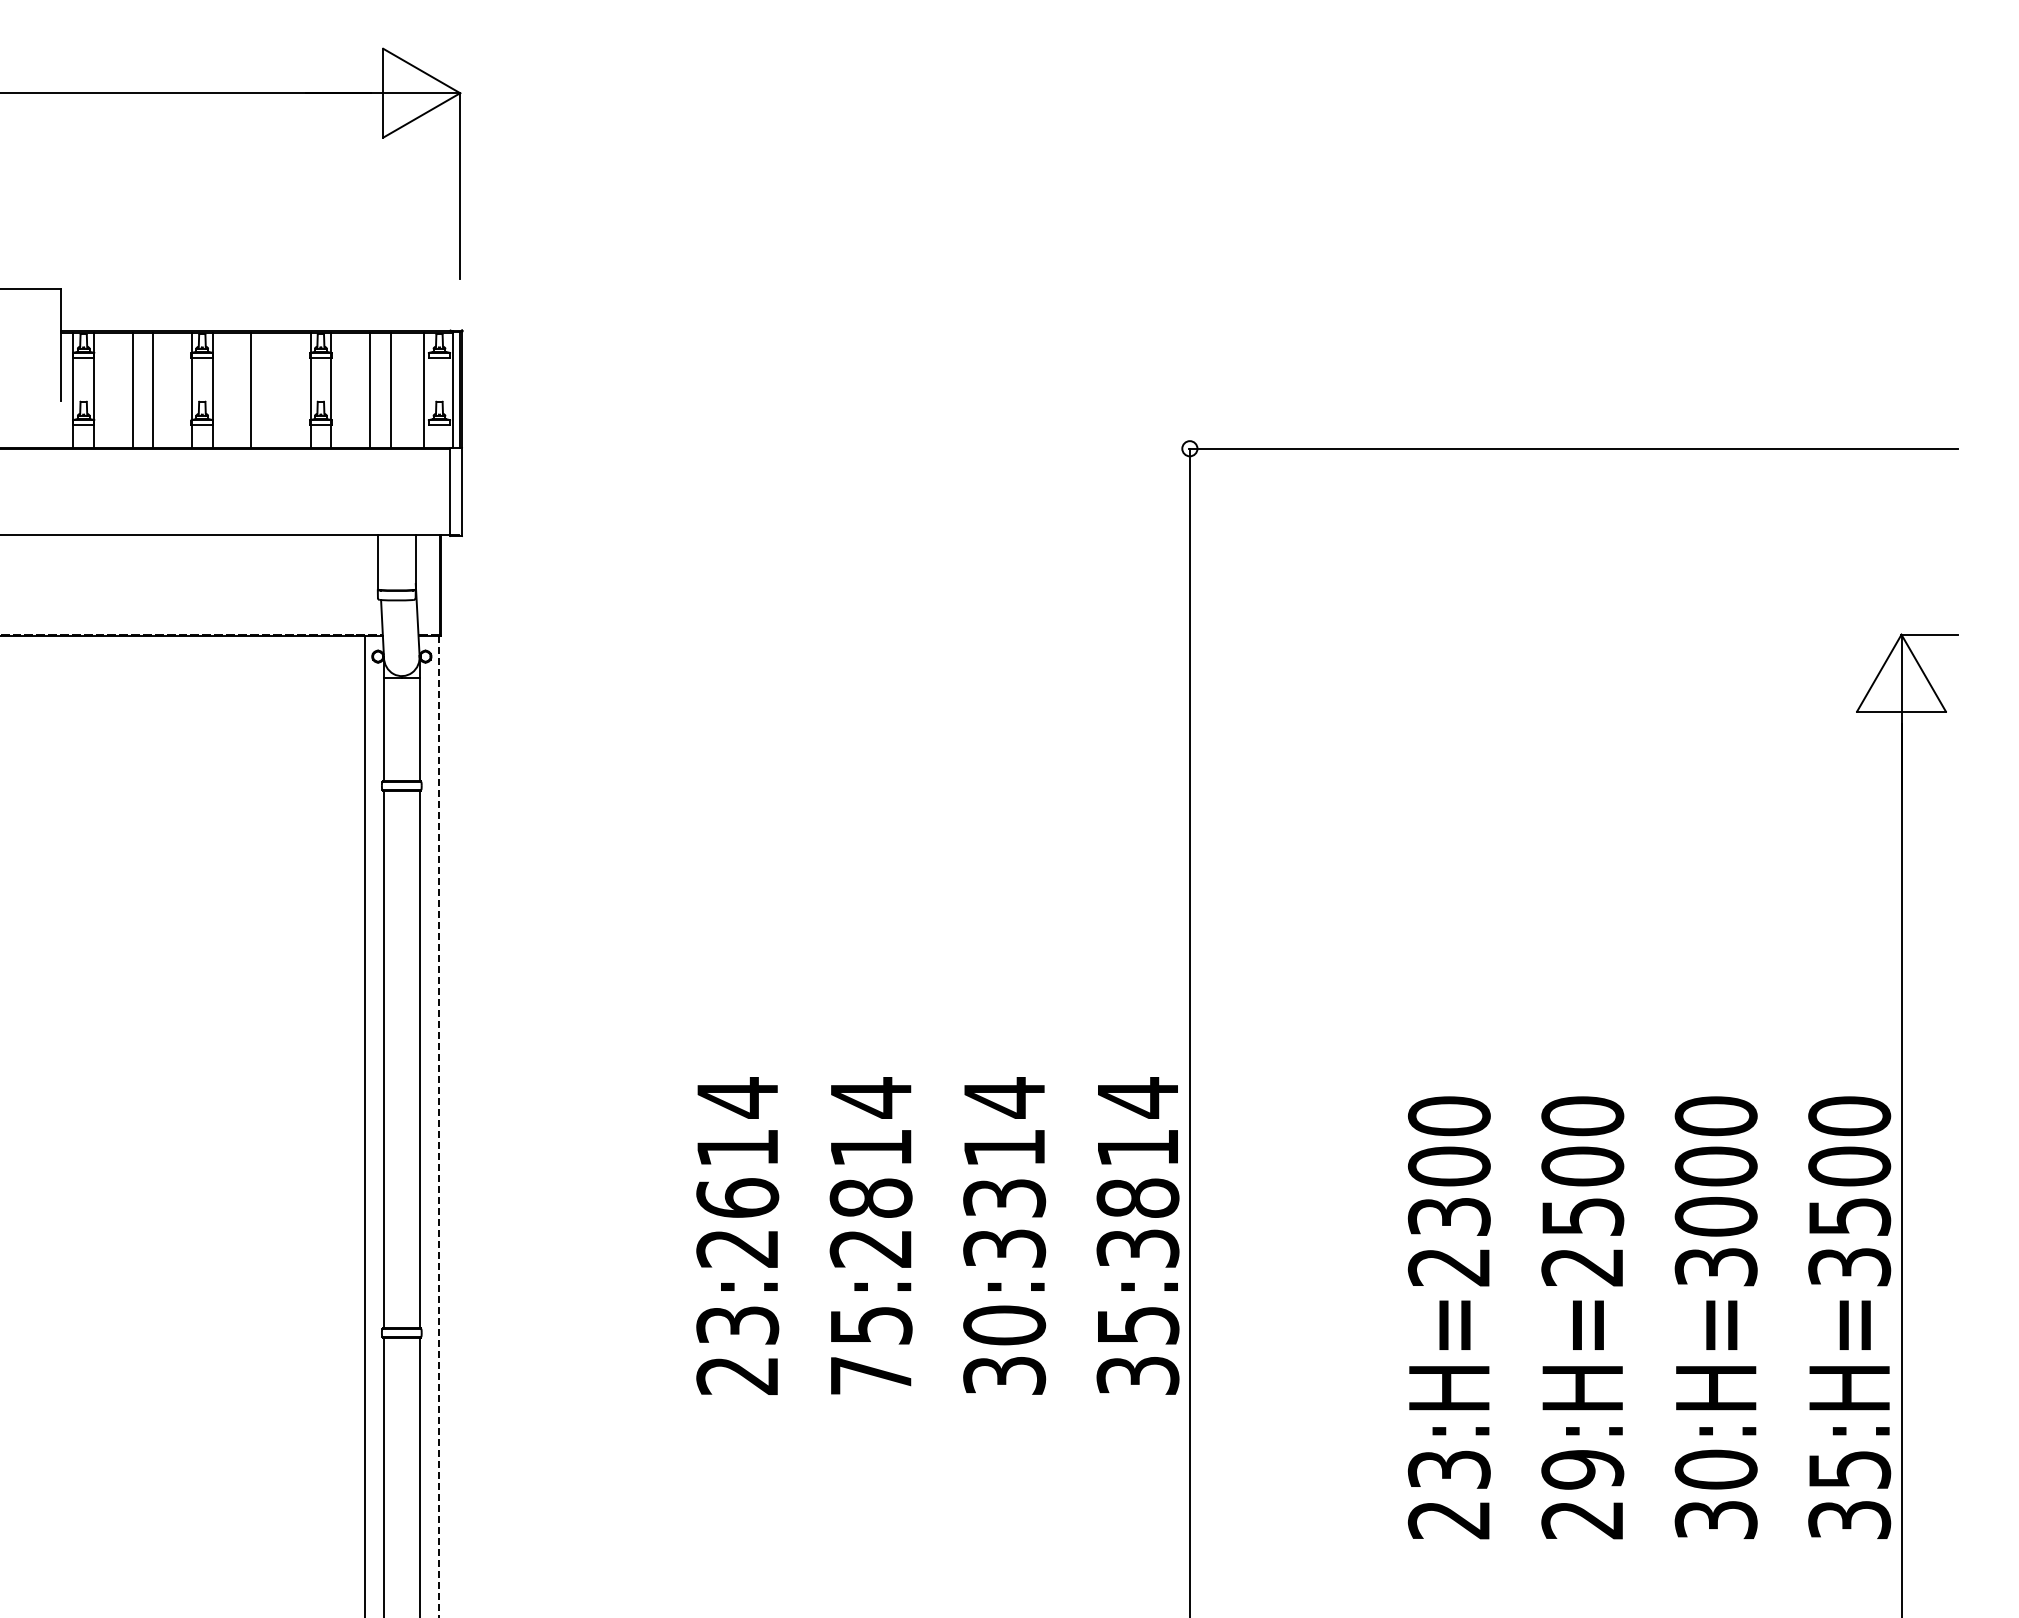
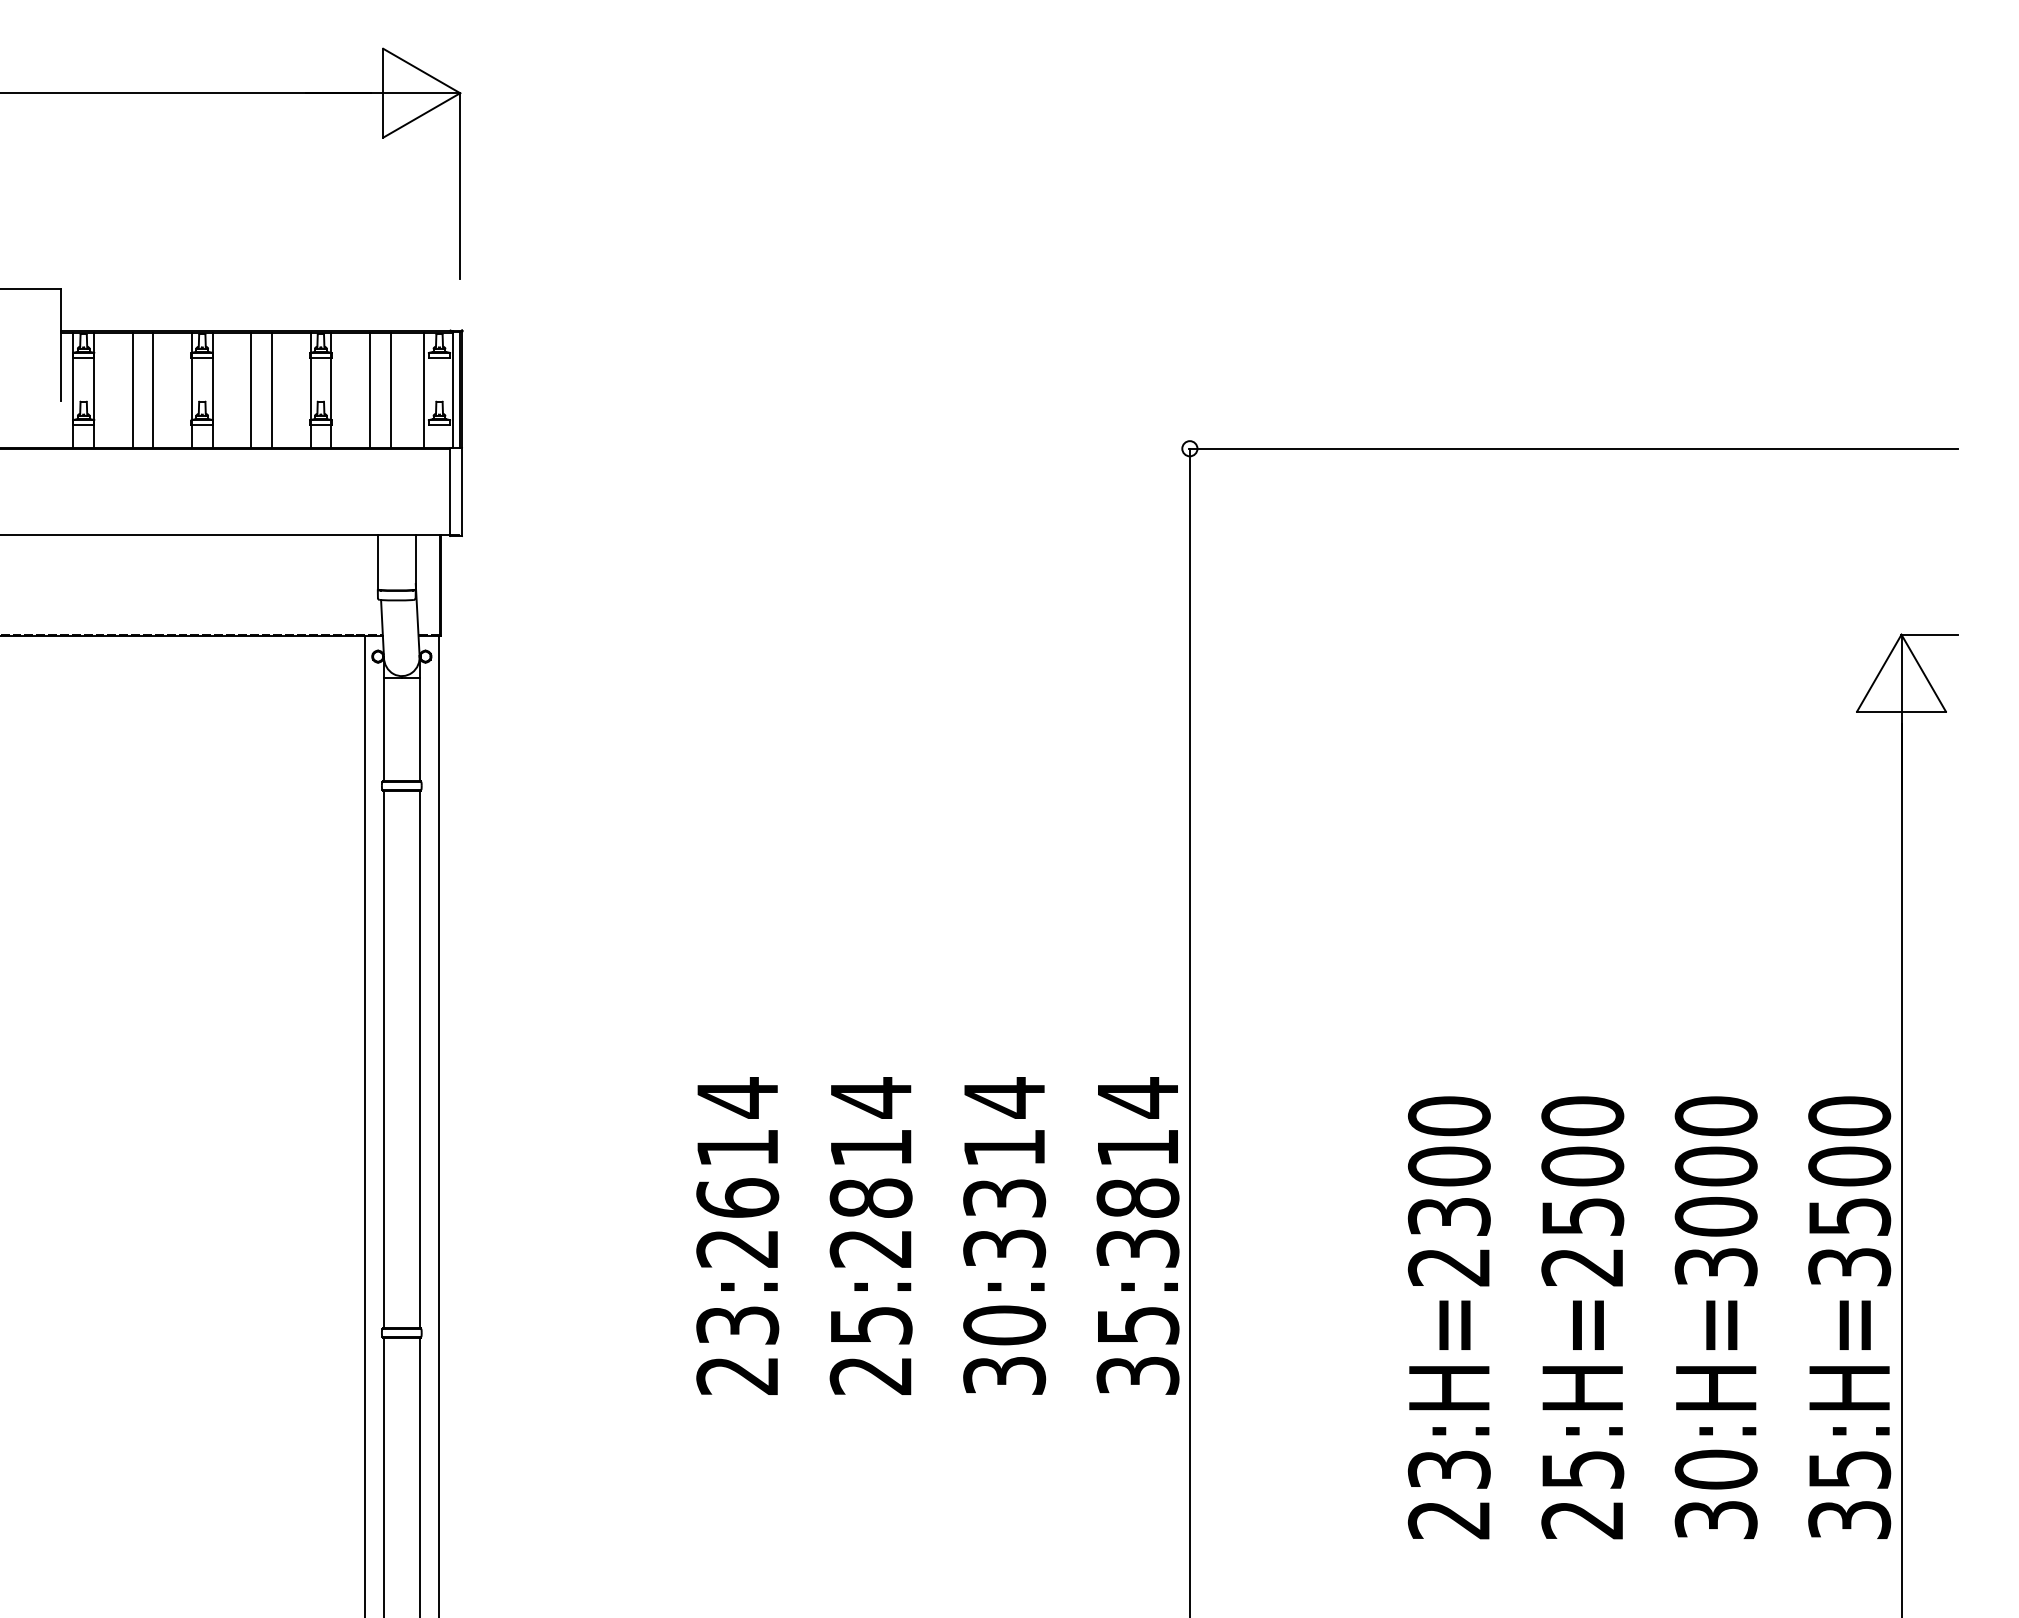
line at (271, 390): none -> present
line at (438, 1127): dashed -> solid
text at (870, 1375): 75:2814 -> 25:2814
text at (1582, 1469): 29:H=2500 -> 25:H=2500
